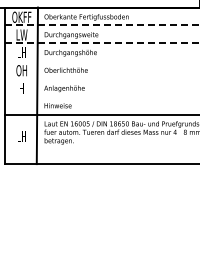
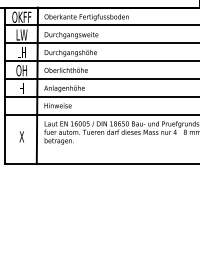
line at (102, 25): dashed -> solid
line at (102, 43): dashed -> solid
line at (100, 61): none -> present
line at (100, 78): none -> present
line at (100, 96): none -> present
text at (21, 136): LH -> X
